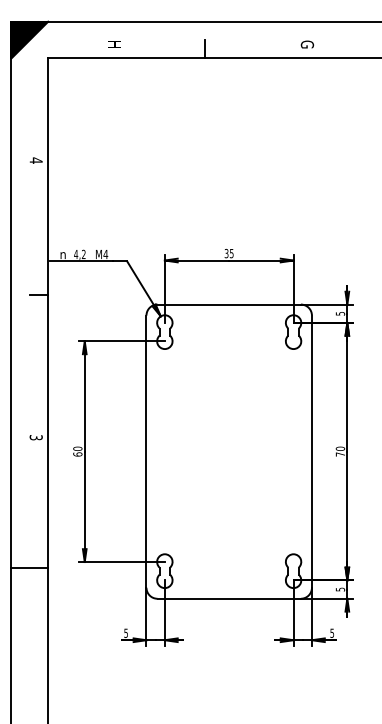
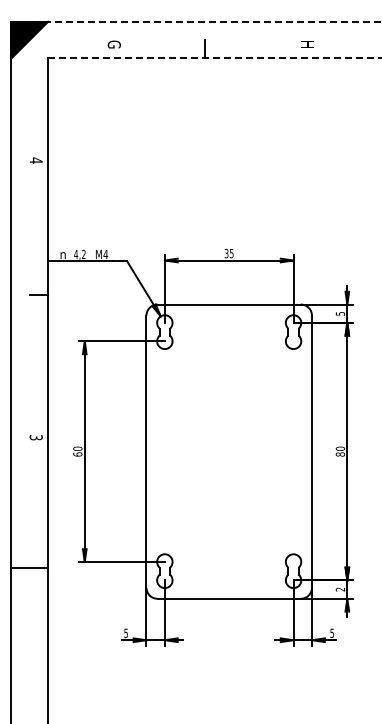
line at (196, 21): solid -> dashed
text at (113, 44): H -> G
text at (307, 44): G -> H
line at (215, 58): solid -> dashed
text at (340, 454): 70 -> 80
text at (340, 589): 5 -> 2
